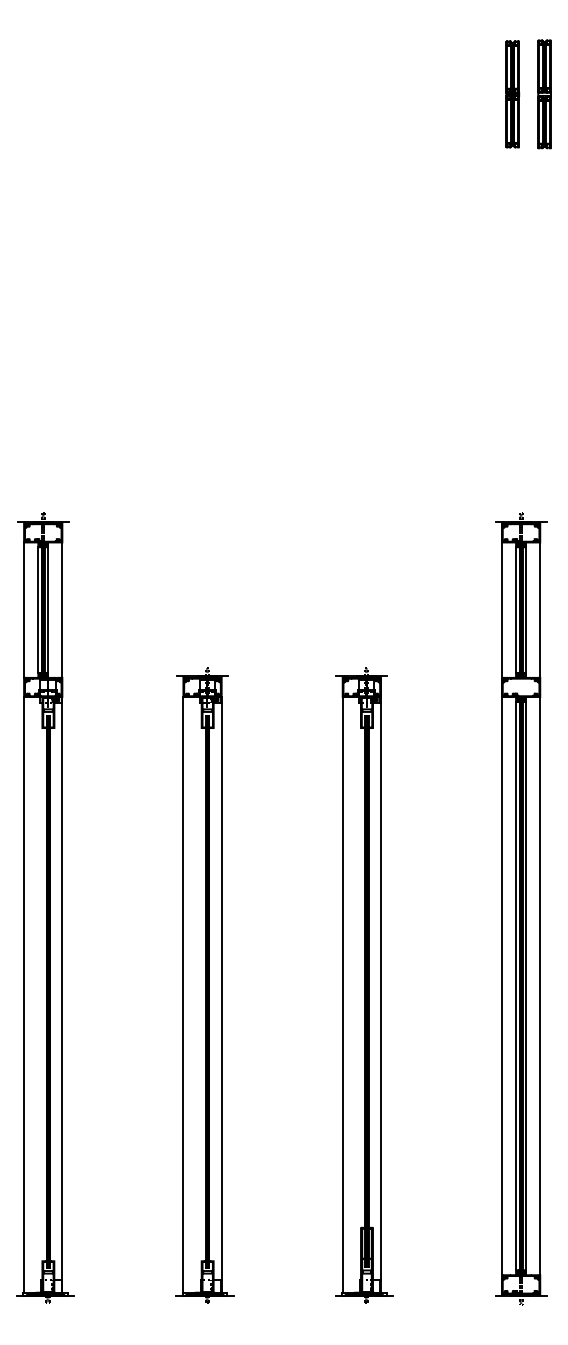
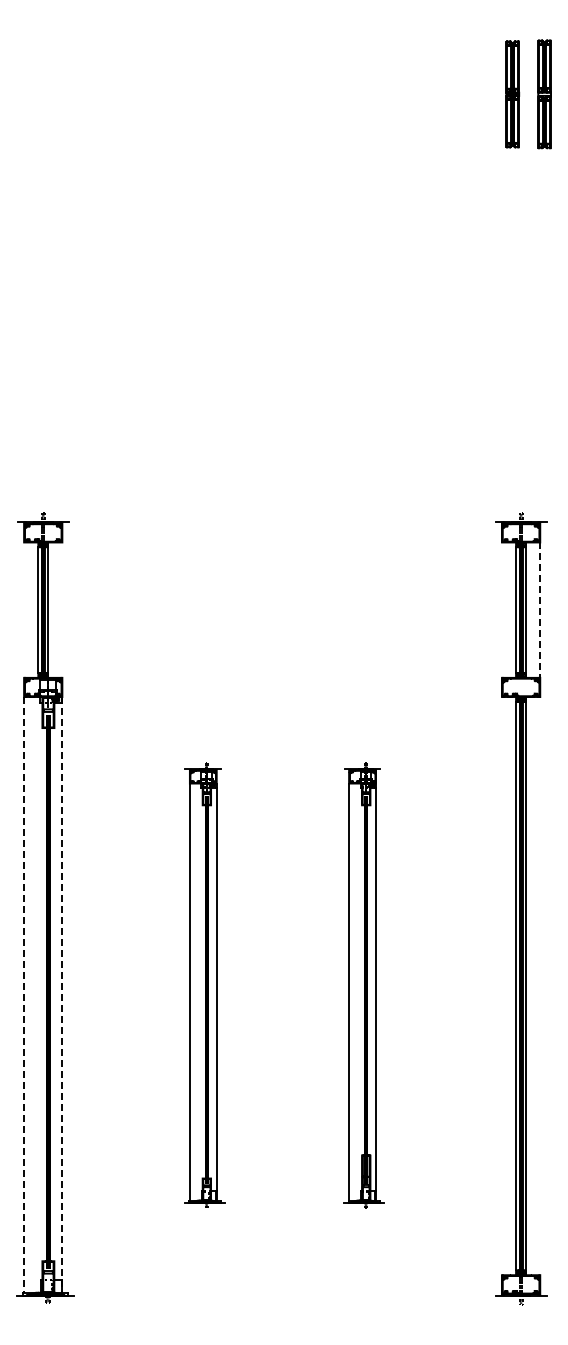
line at (24, 609): present -> none
line at (62, 609): present -> none
line at (502, 609): present -> none
line at (540, 610): solid -> dashed
part at (204, 985) size: 60x637 px -> 42x446 px
part at (364, 985) size: 59x637 px -> 42x447 px
line at (502, 985): present -> none
line at (540, 985): present -> none
line at (24, 994): solid -> dashed
line at (62, 994): solid -> dashed
